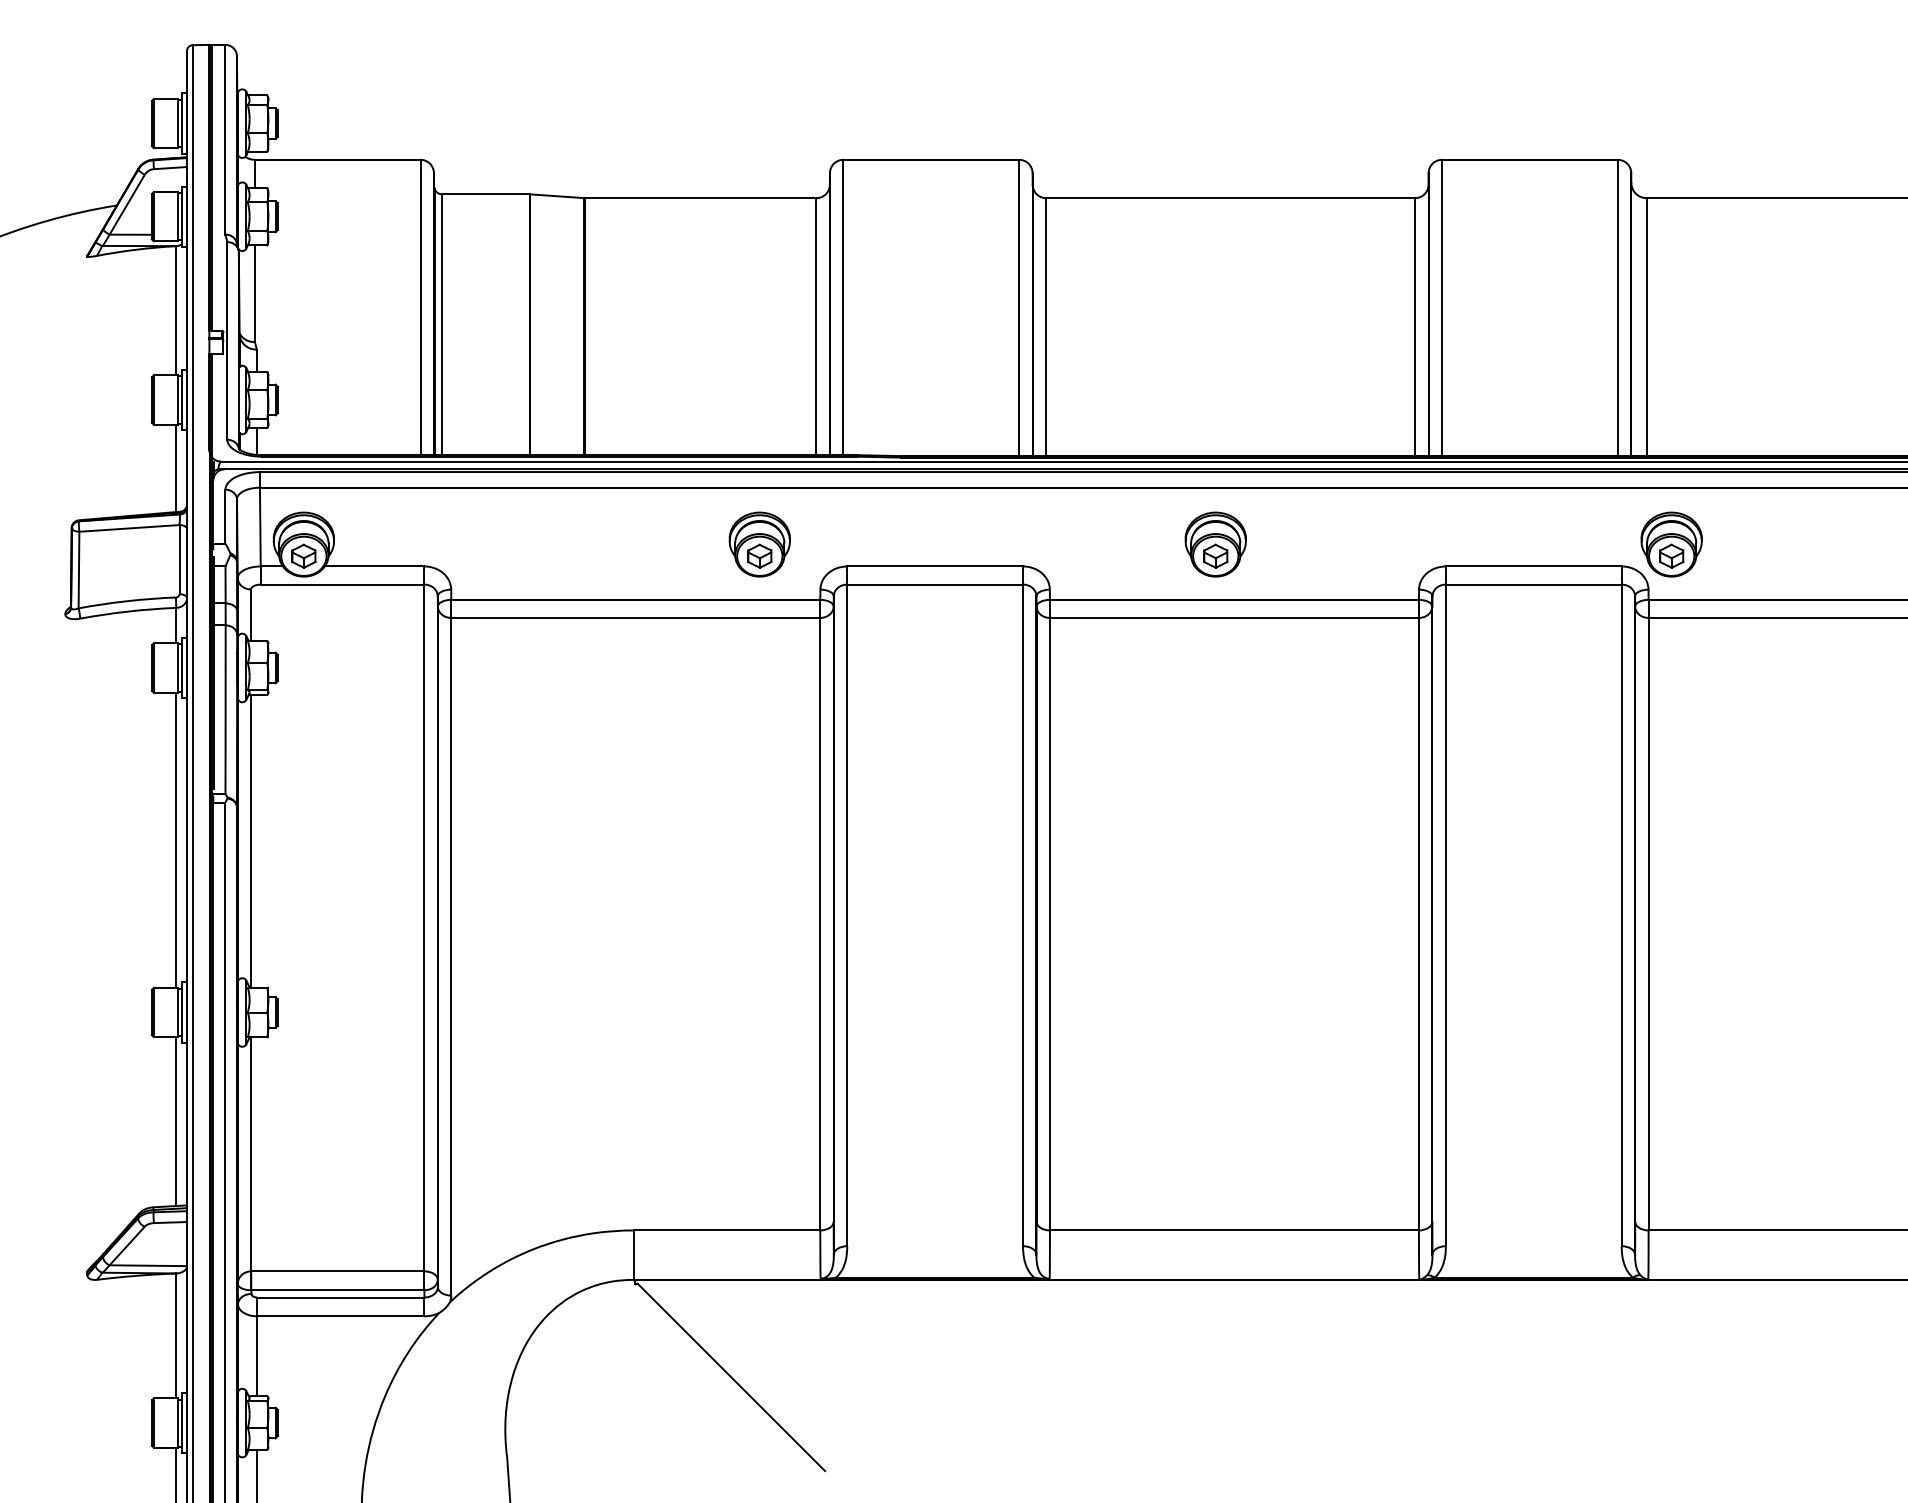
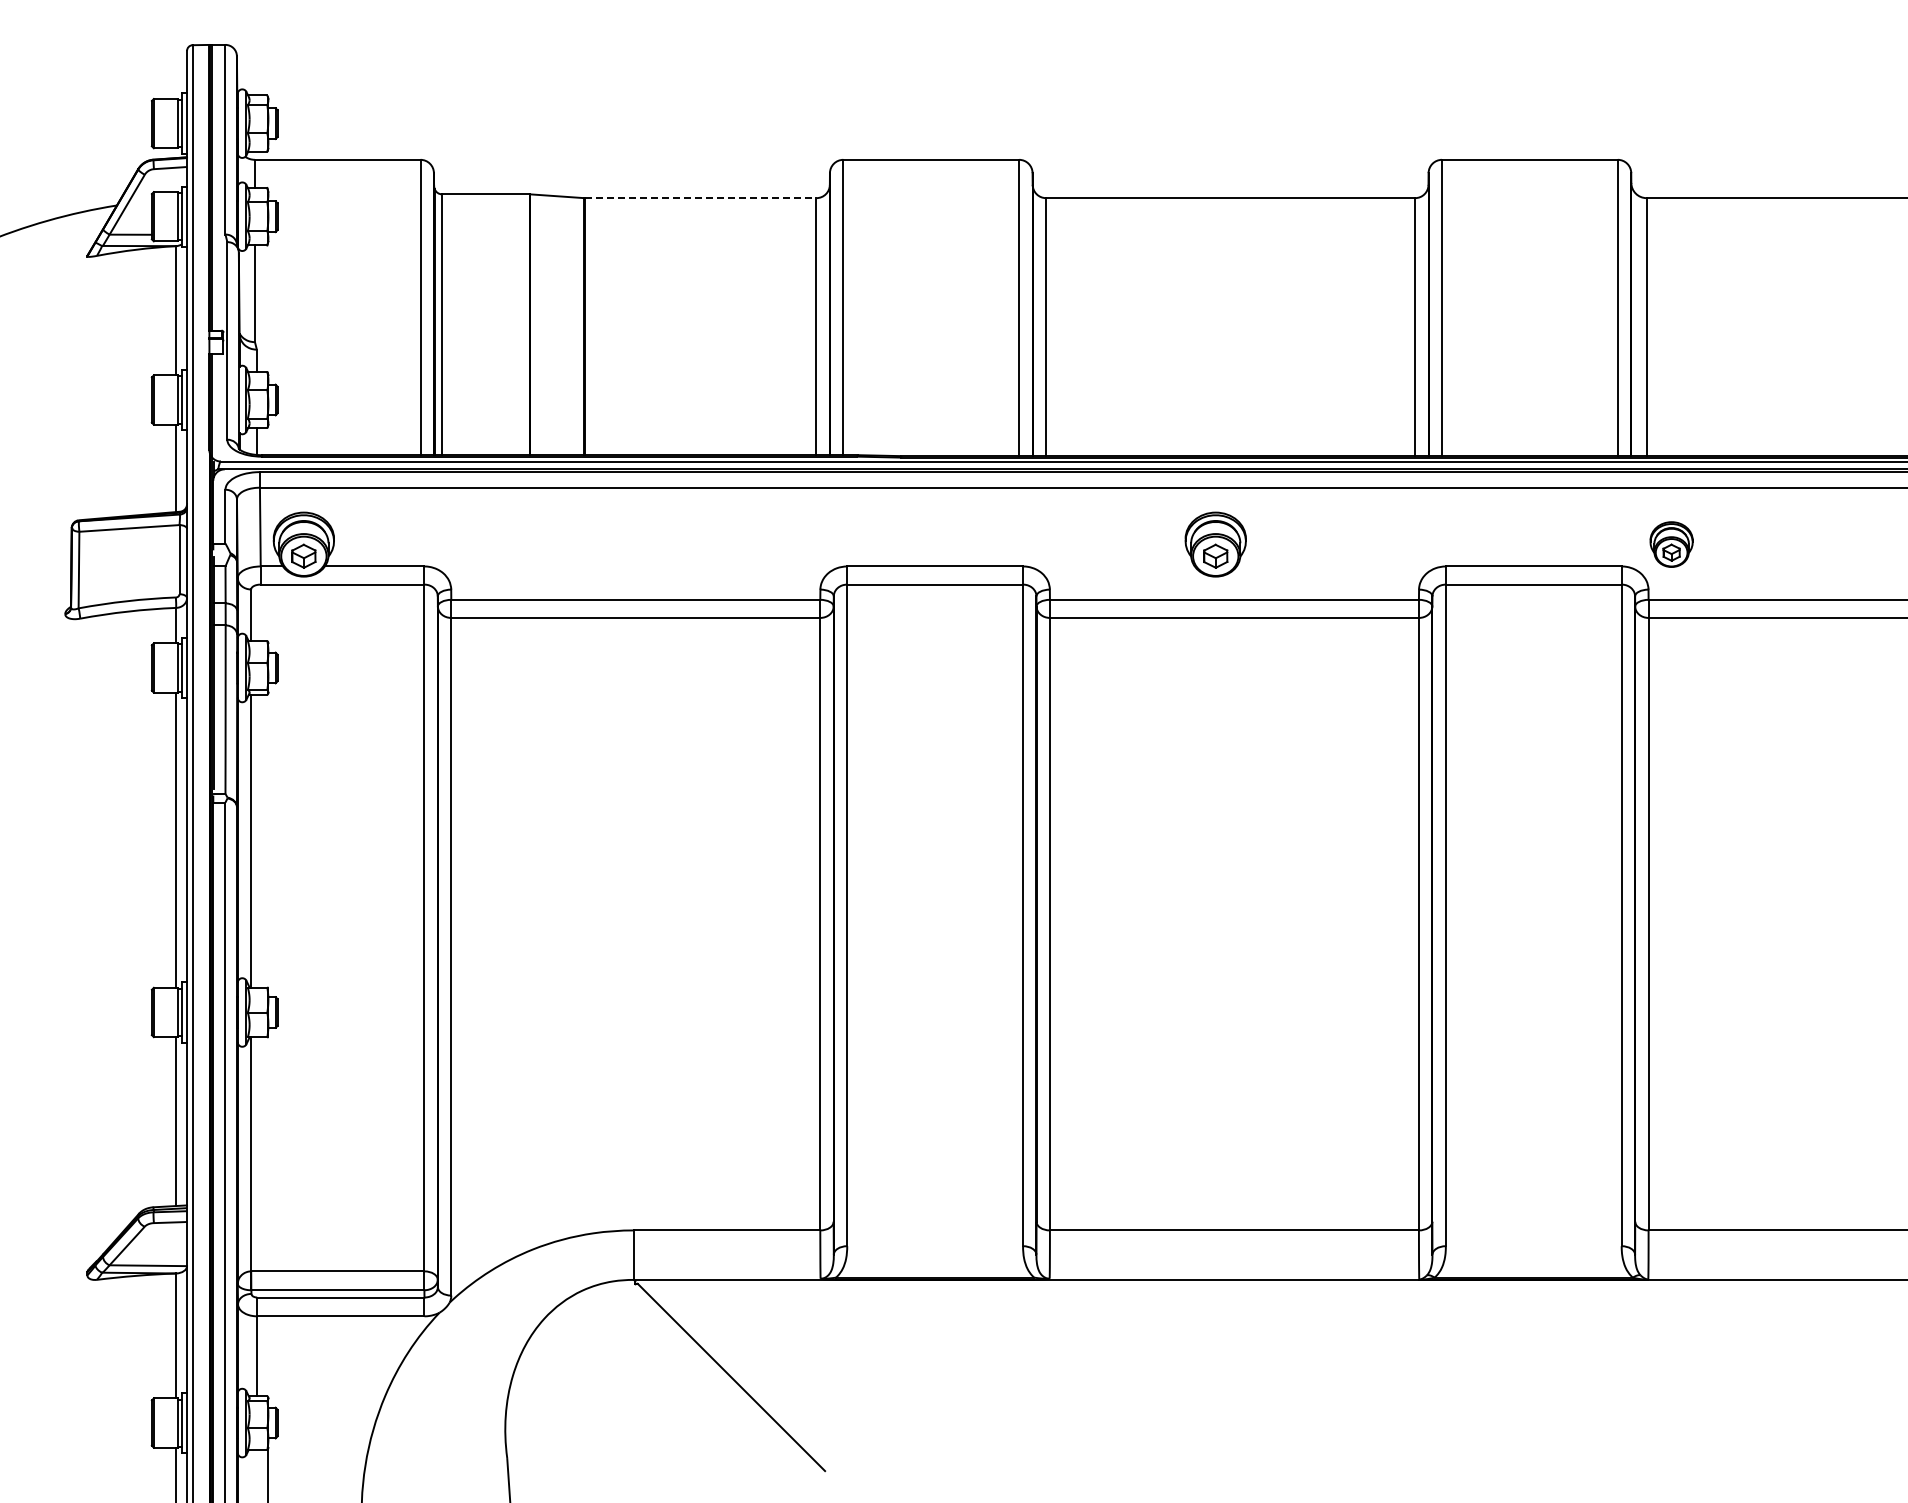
line at (700, 198): solid -> dashed
part at (759, 544): present -> none
part at (1671, 544) size: 63x67 px -> 45x47 px
line at (257, 1474) position: (257, 1474) -> (268, 1474)
